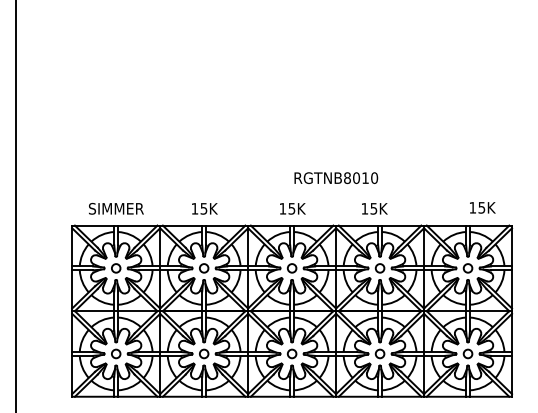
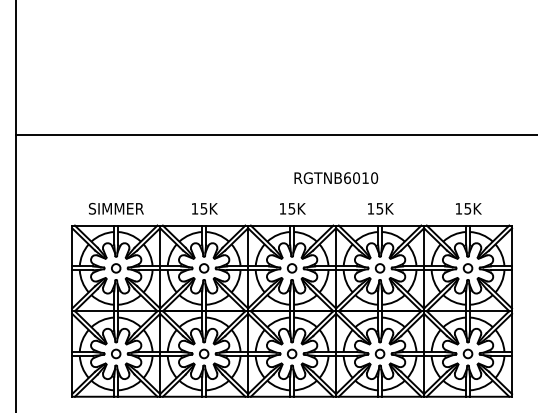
line at (275, 135): none -> present
text at (347, 177): RGTNB8010 -> RGTNB6010
text at (482, 207) position: (482, 207) -> (468, 208)
text at (374, 208) position: (374, 208) -> (380, 208)
